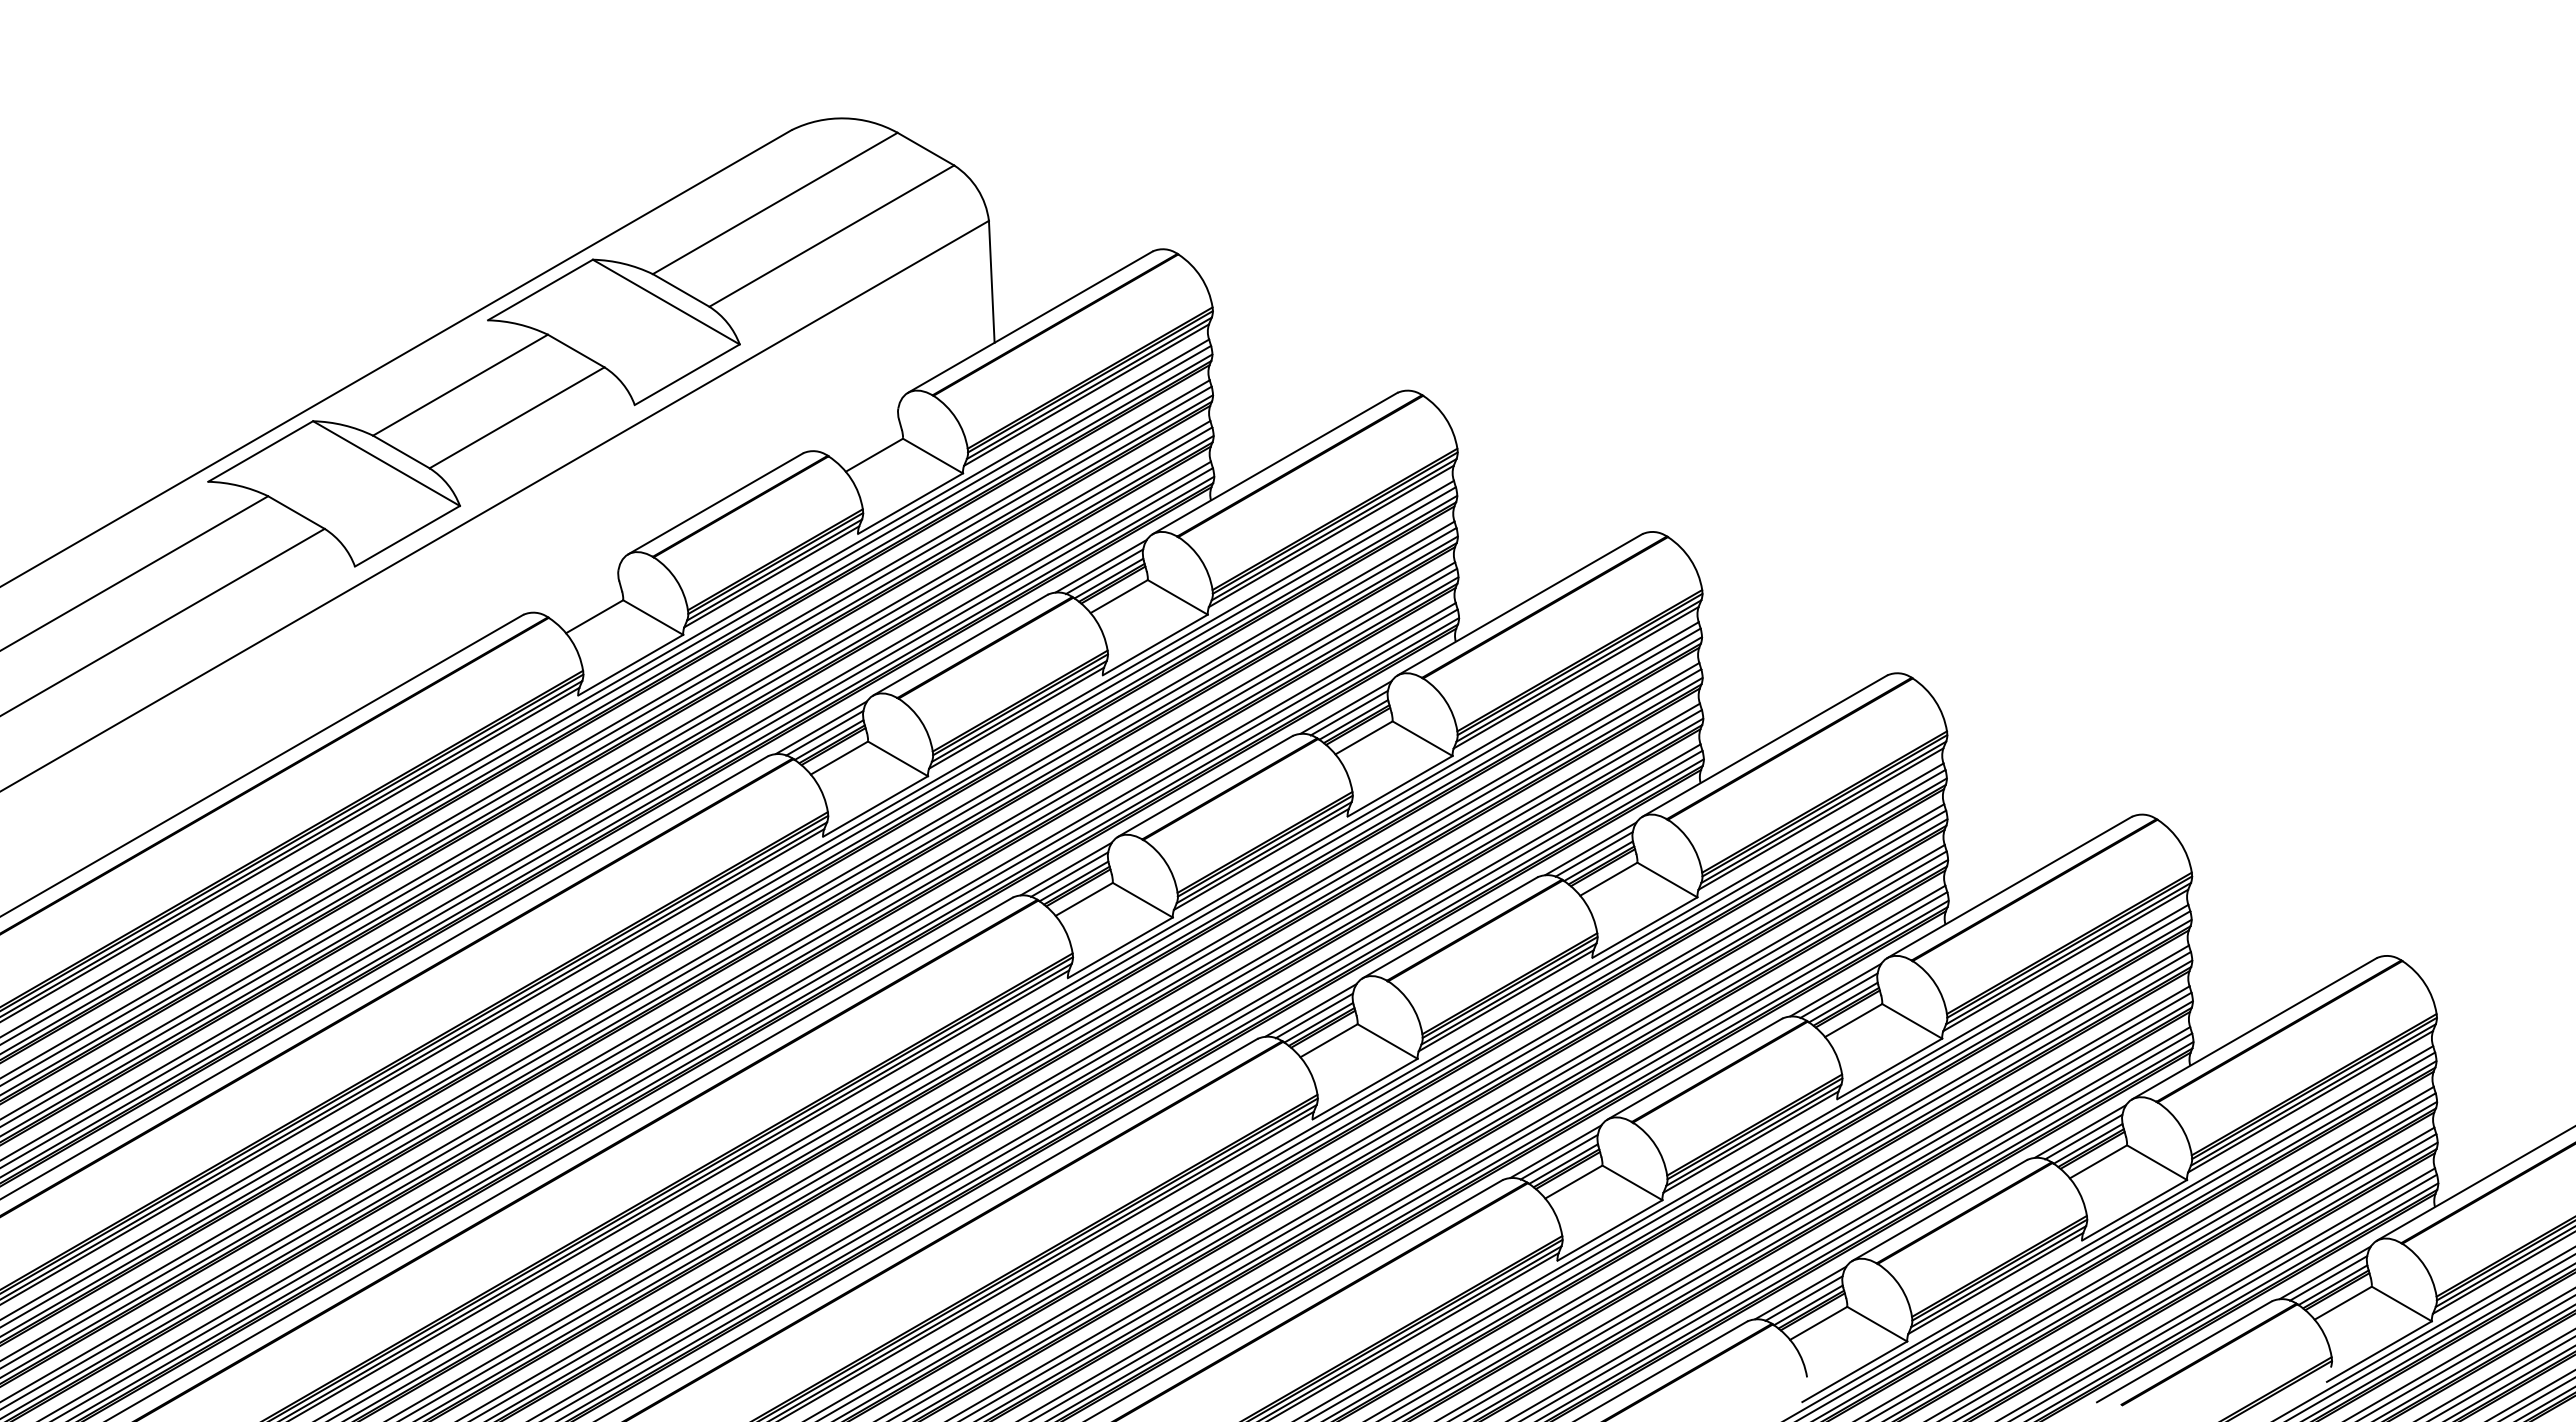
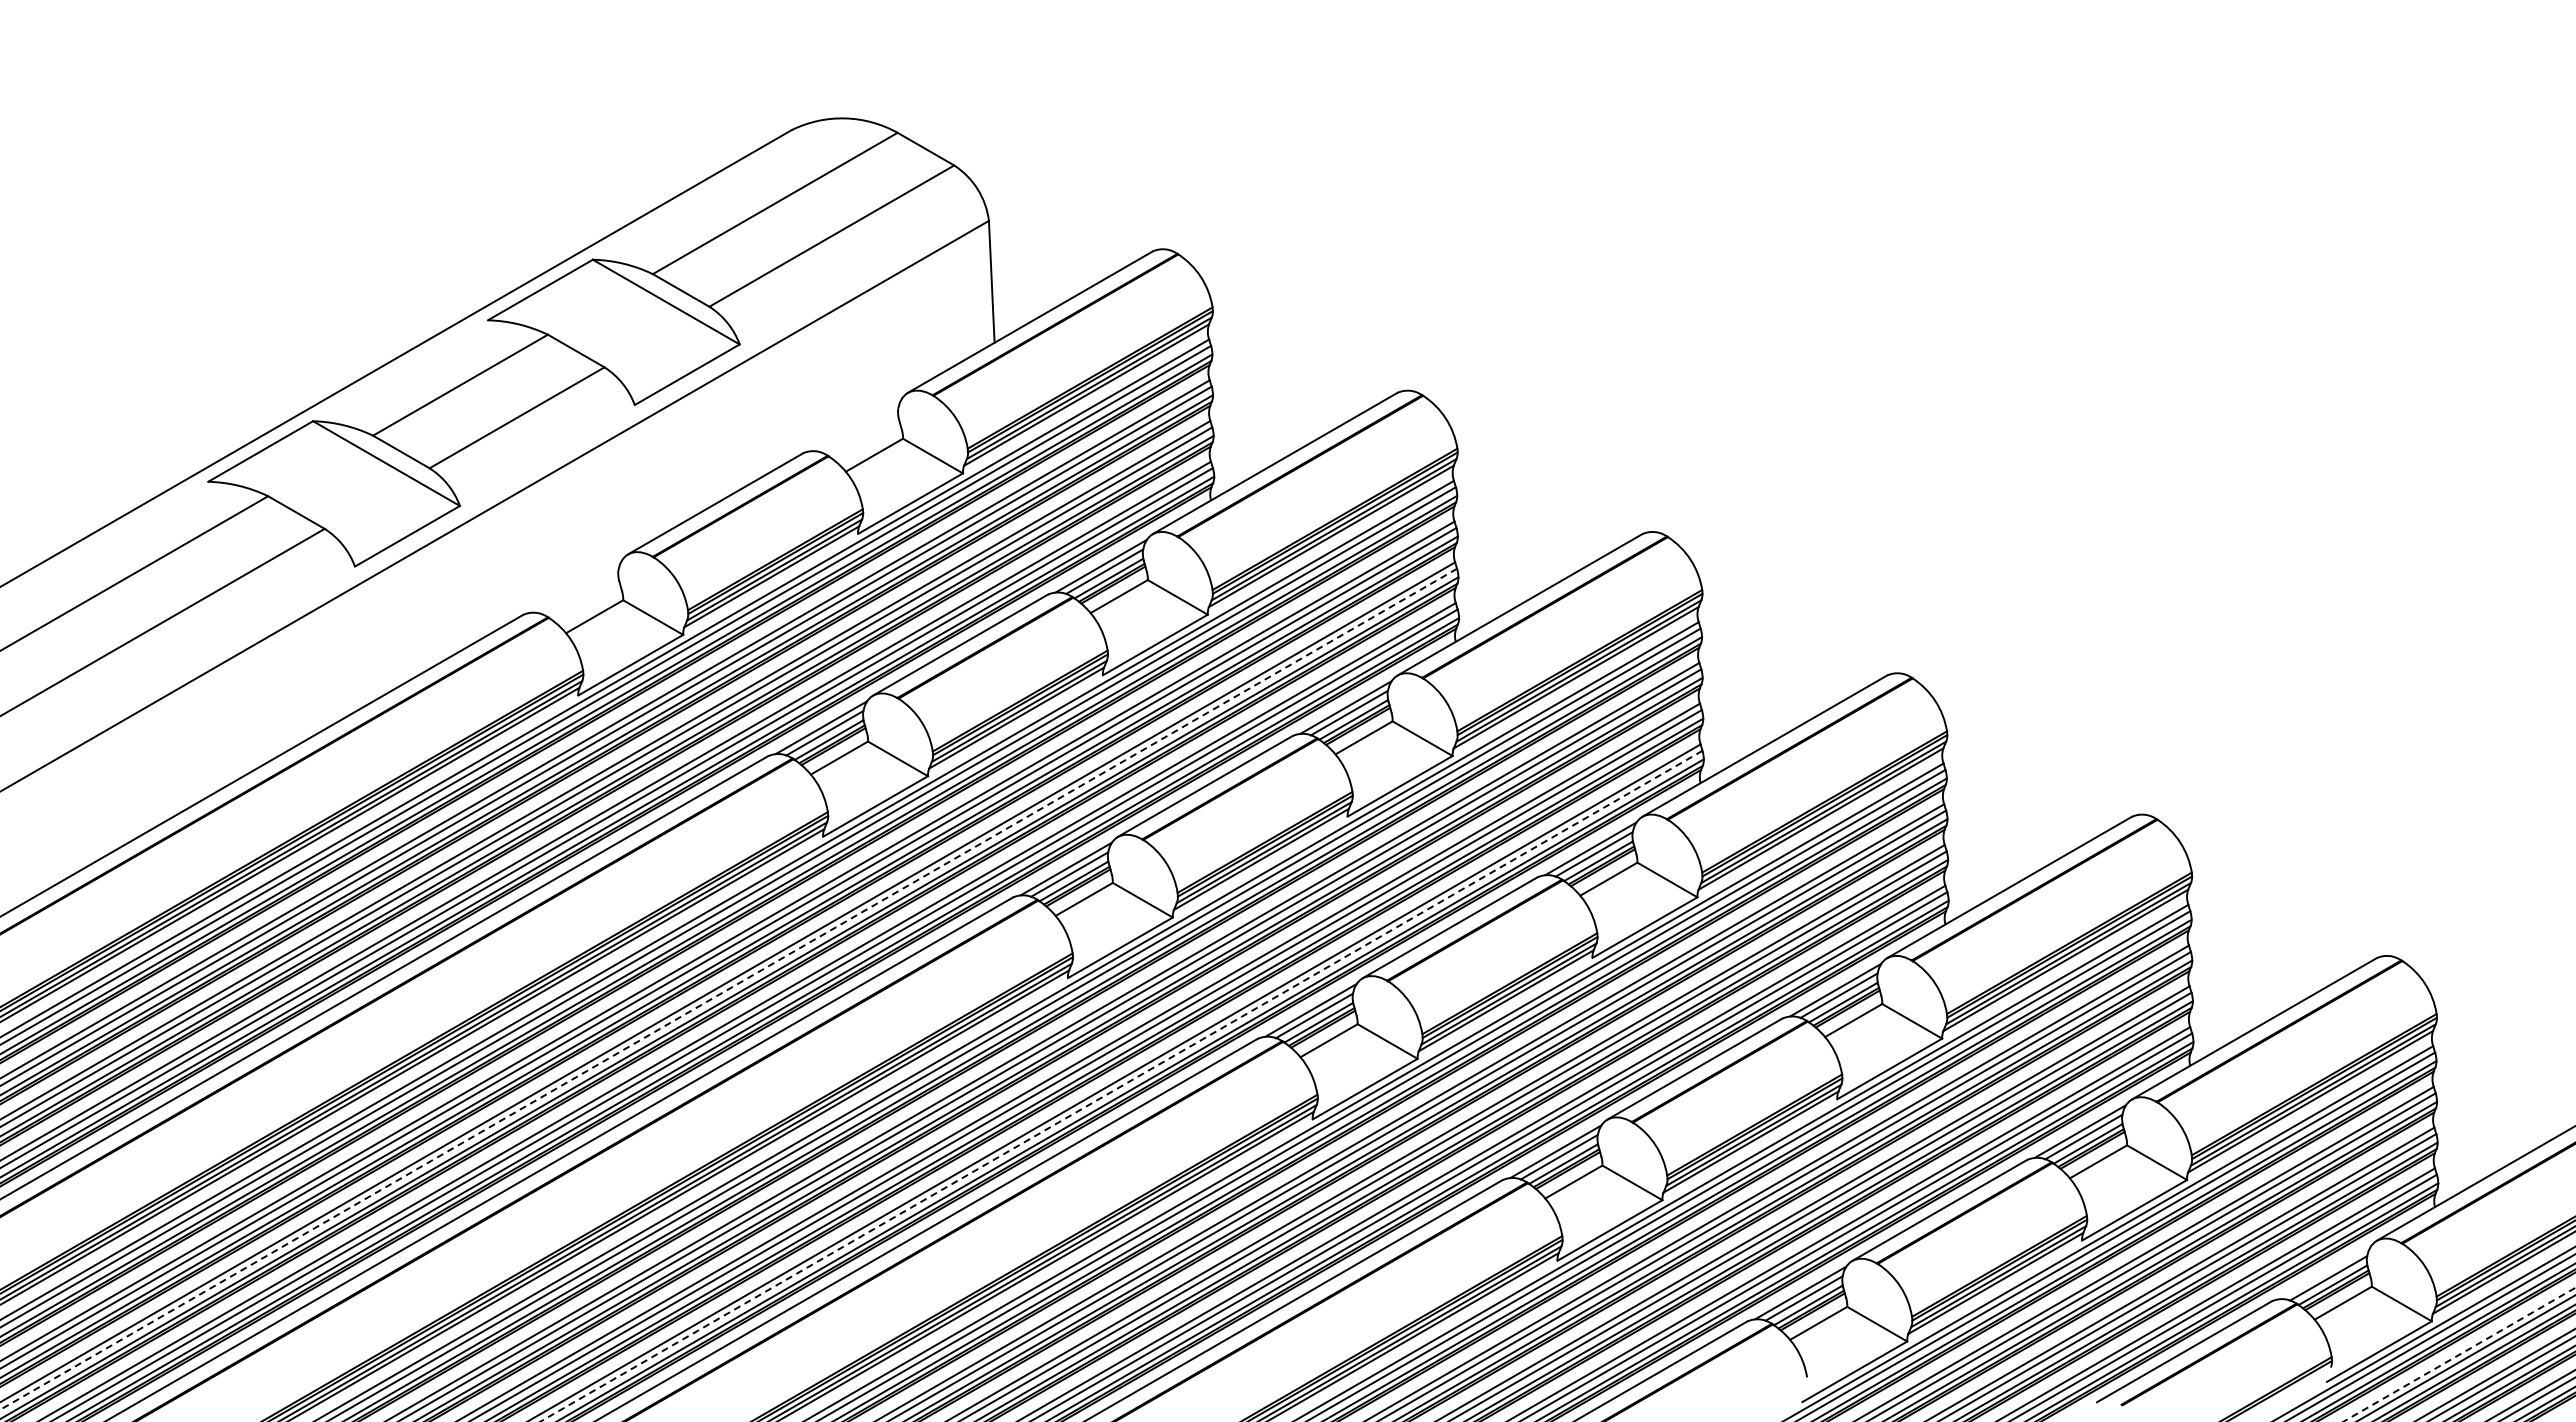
line at (728, 989): solid -> dashed
line at (1121, 1086): solid -> dashed
line at (2324, 1272): present -> none
line at (2459, 1354): solid -> dashed
